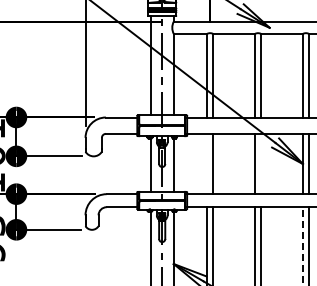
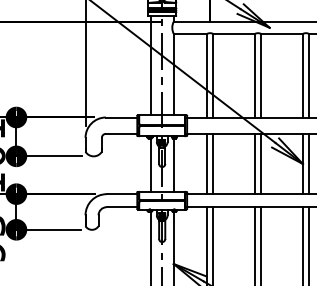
line at (207, 163): none -> present
line at (261, 163): none -> present
line at (302, 246): dashed -> solid
